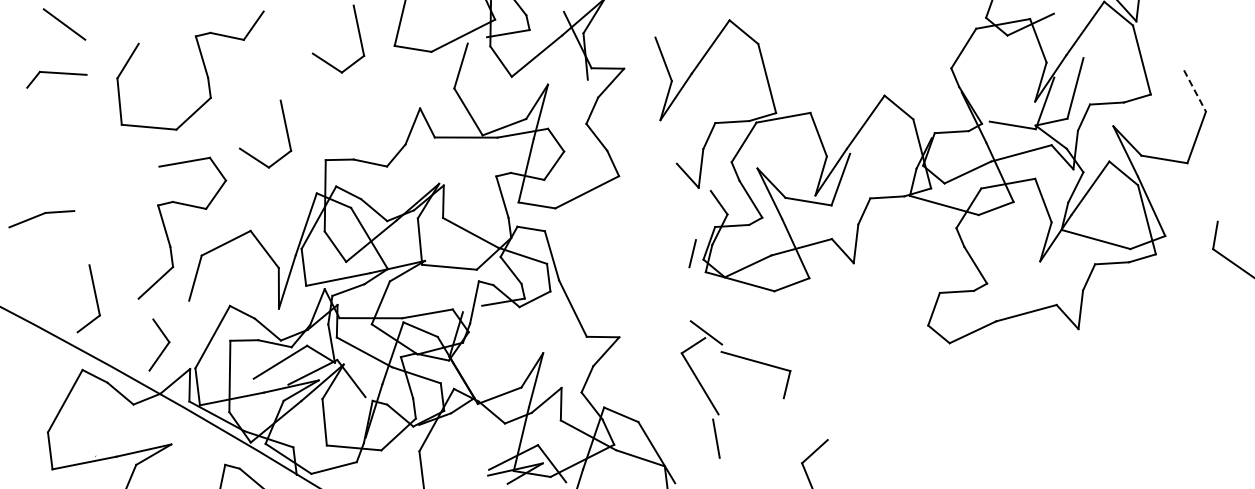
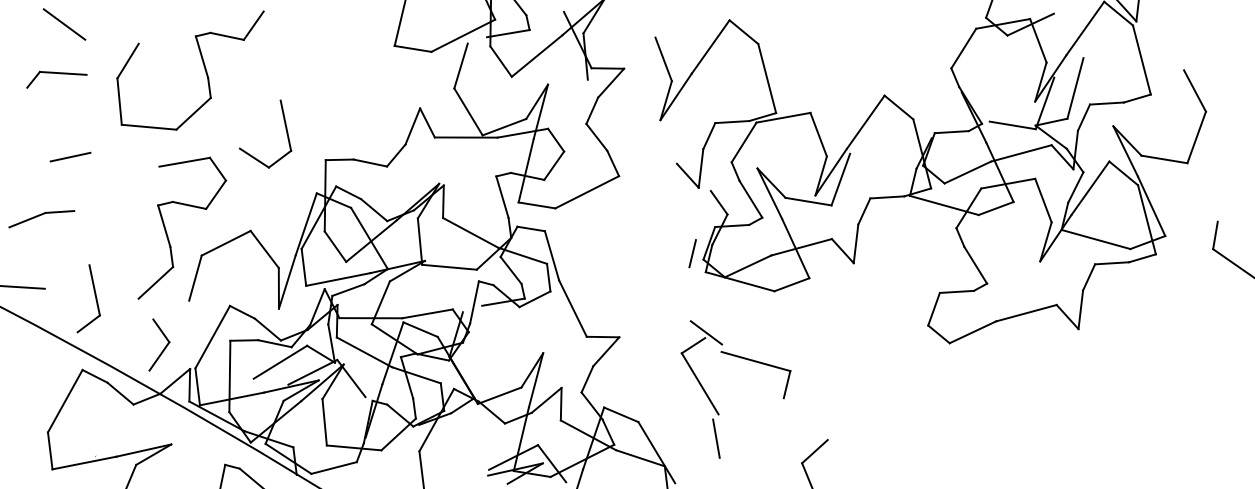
part at (358, 34): present -> none
line at (1195, 91): dashed -> solid
line at (70, 156): none -> present
line at (23, 287): none -> present
